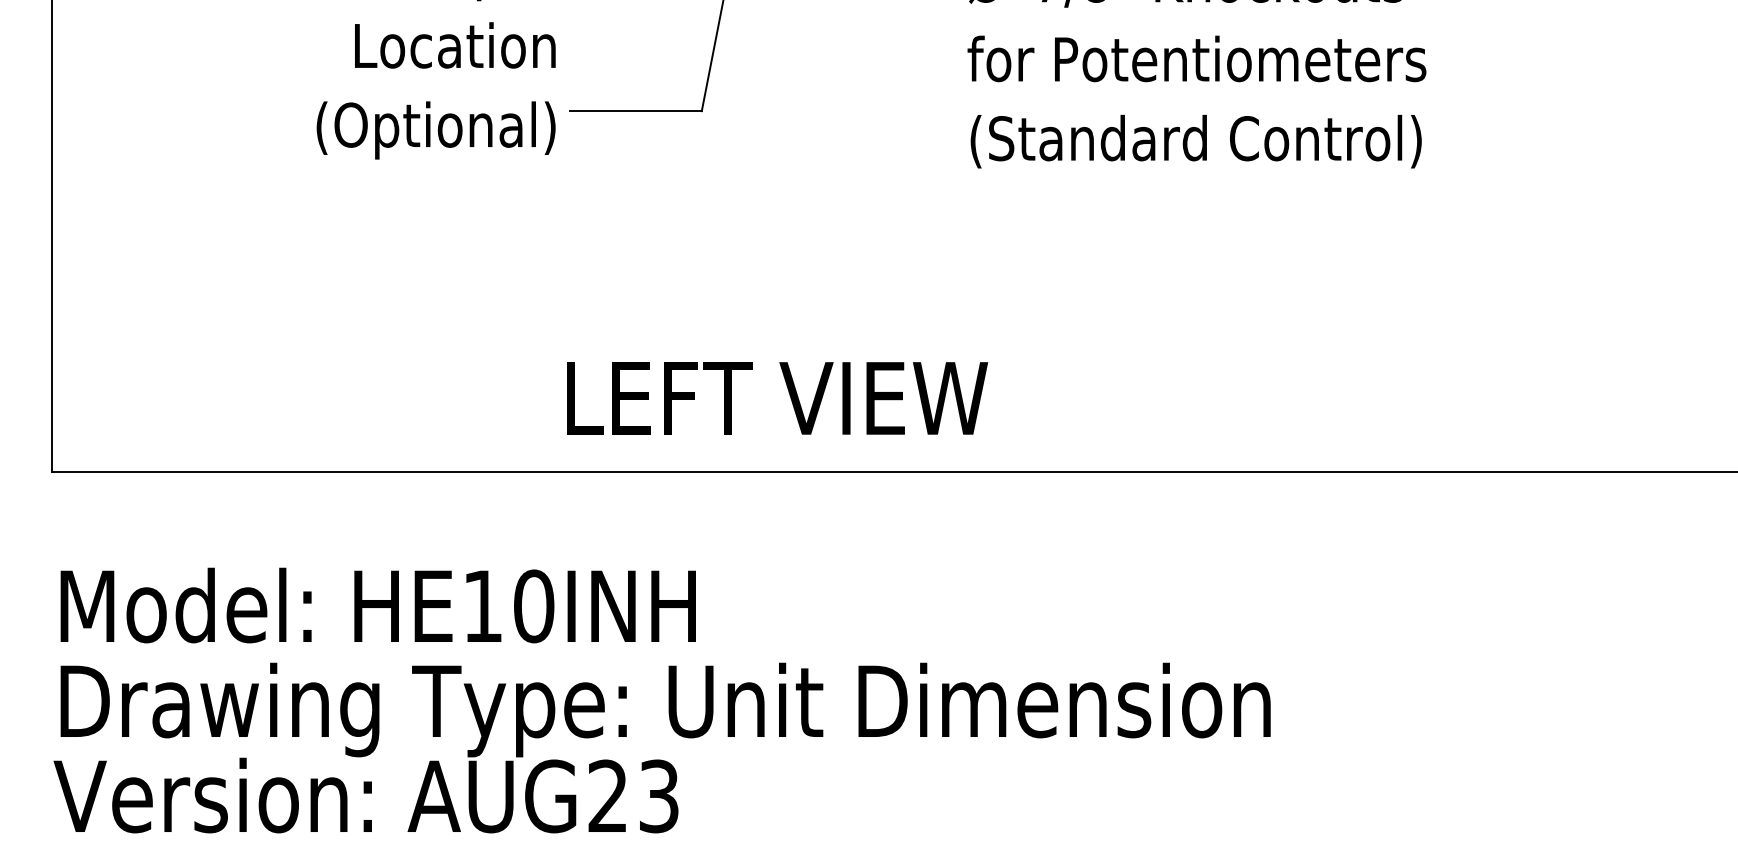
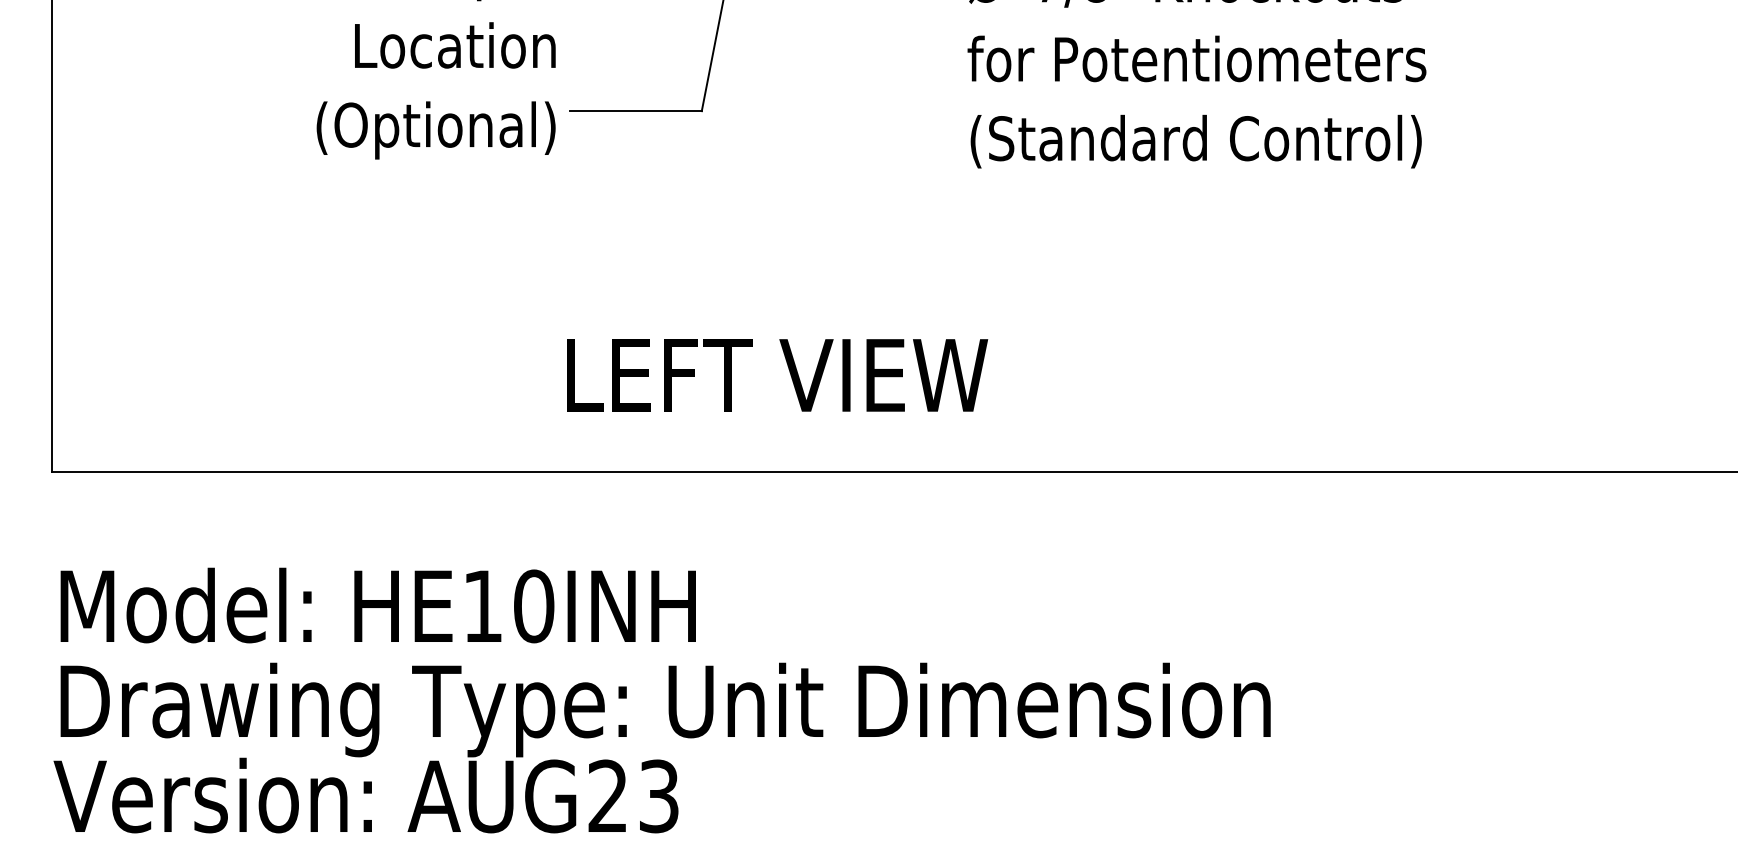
text at (777, 398) position: (777, 398) -> (777, 375)
